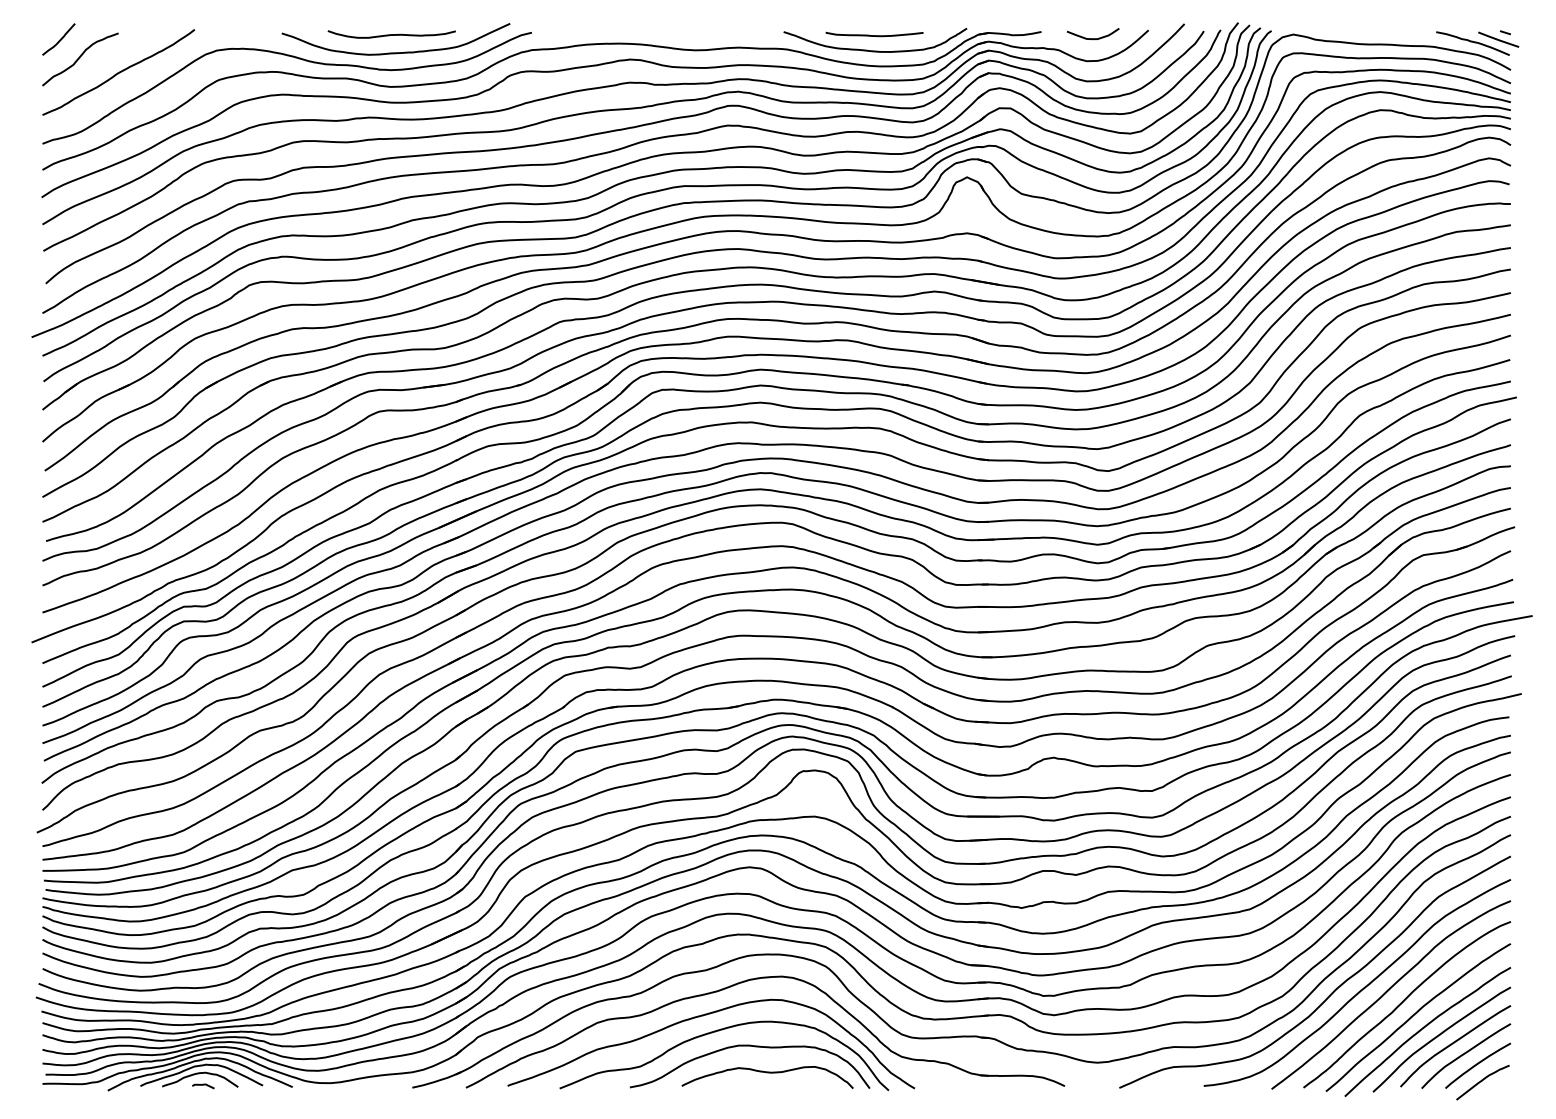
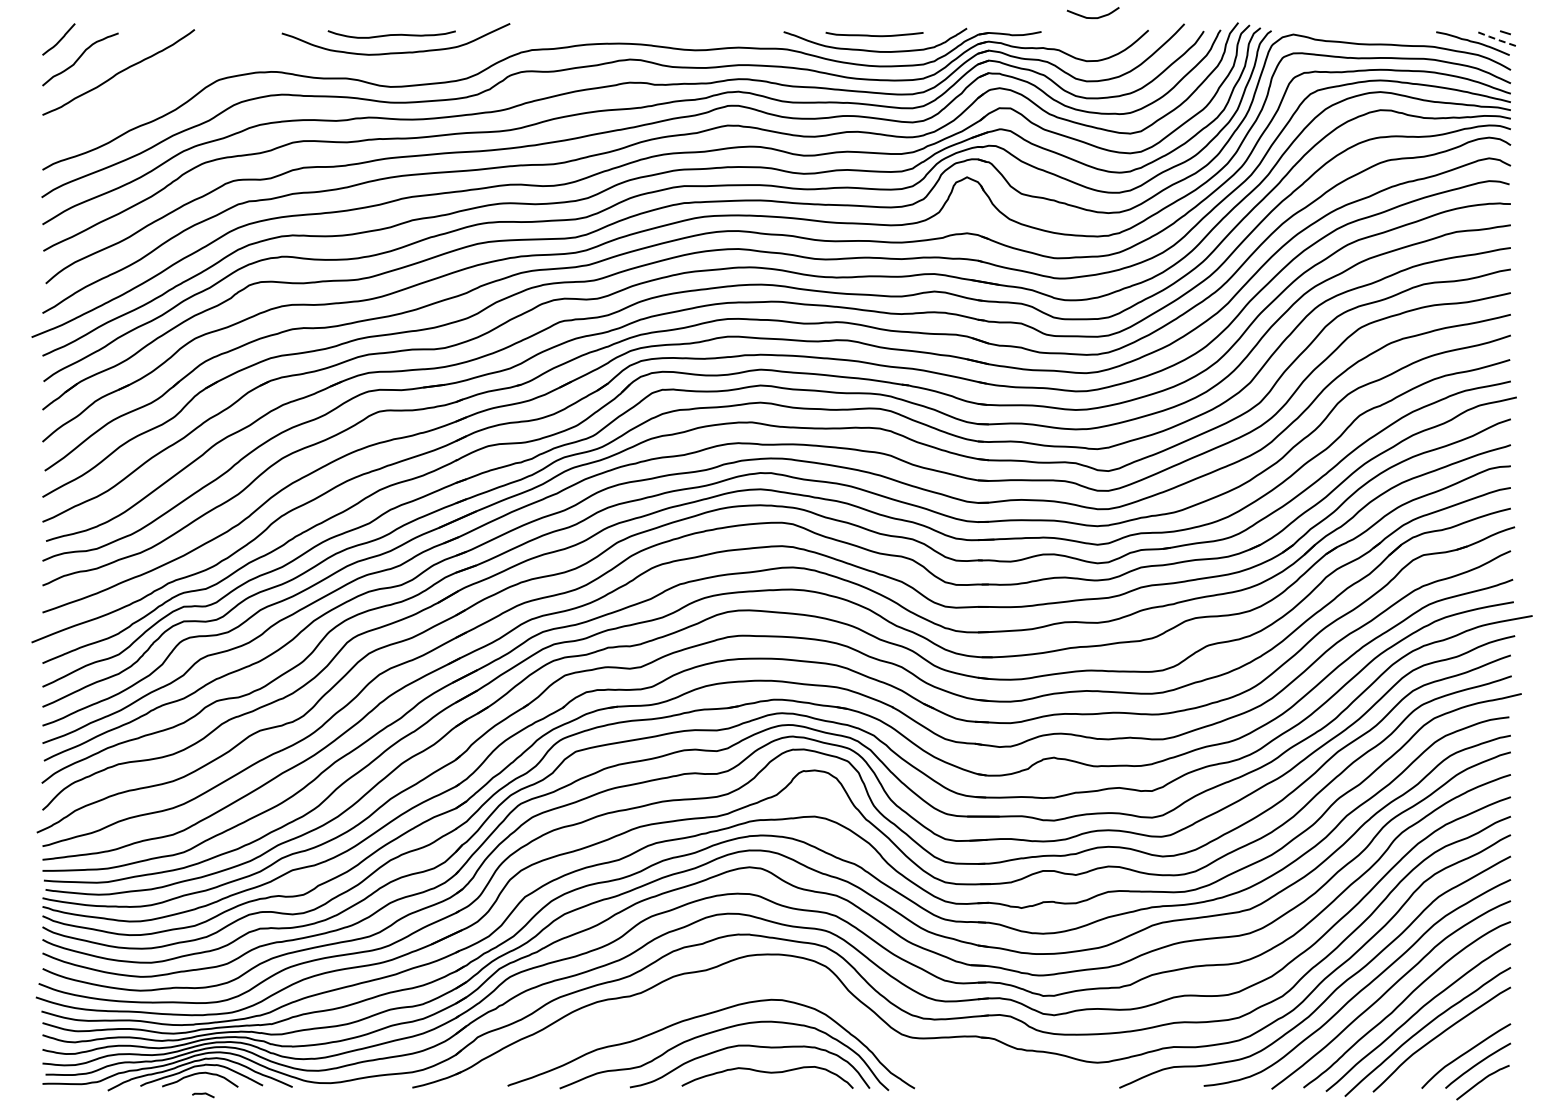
curve at (1092, 38) position: (1092, 38) -> (1092, 17)
line at (1499, 40): solid -> dashed
curve at (295, 58): present -> none
part at (759, 979): present -> none
curve at (1453, 1044): present -> none
line at (203, 1085) position: (203, 1085) -> (203, 1094)
